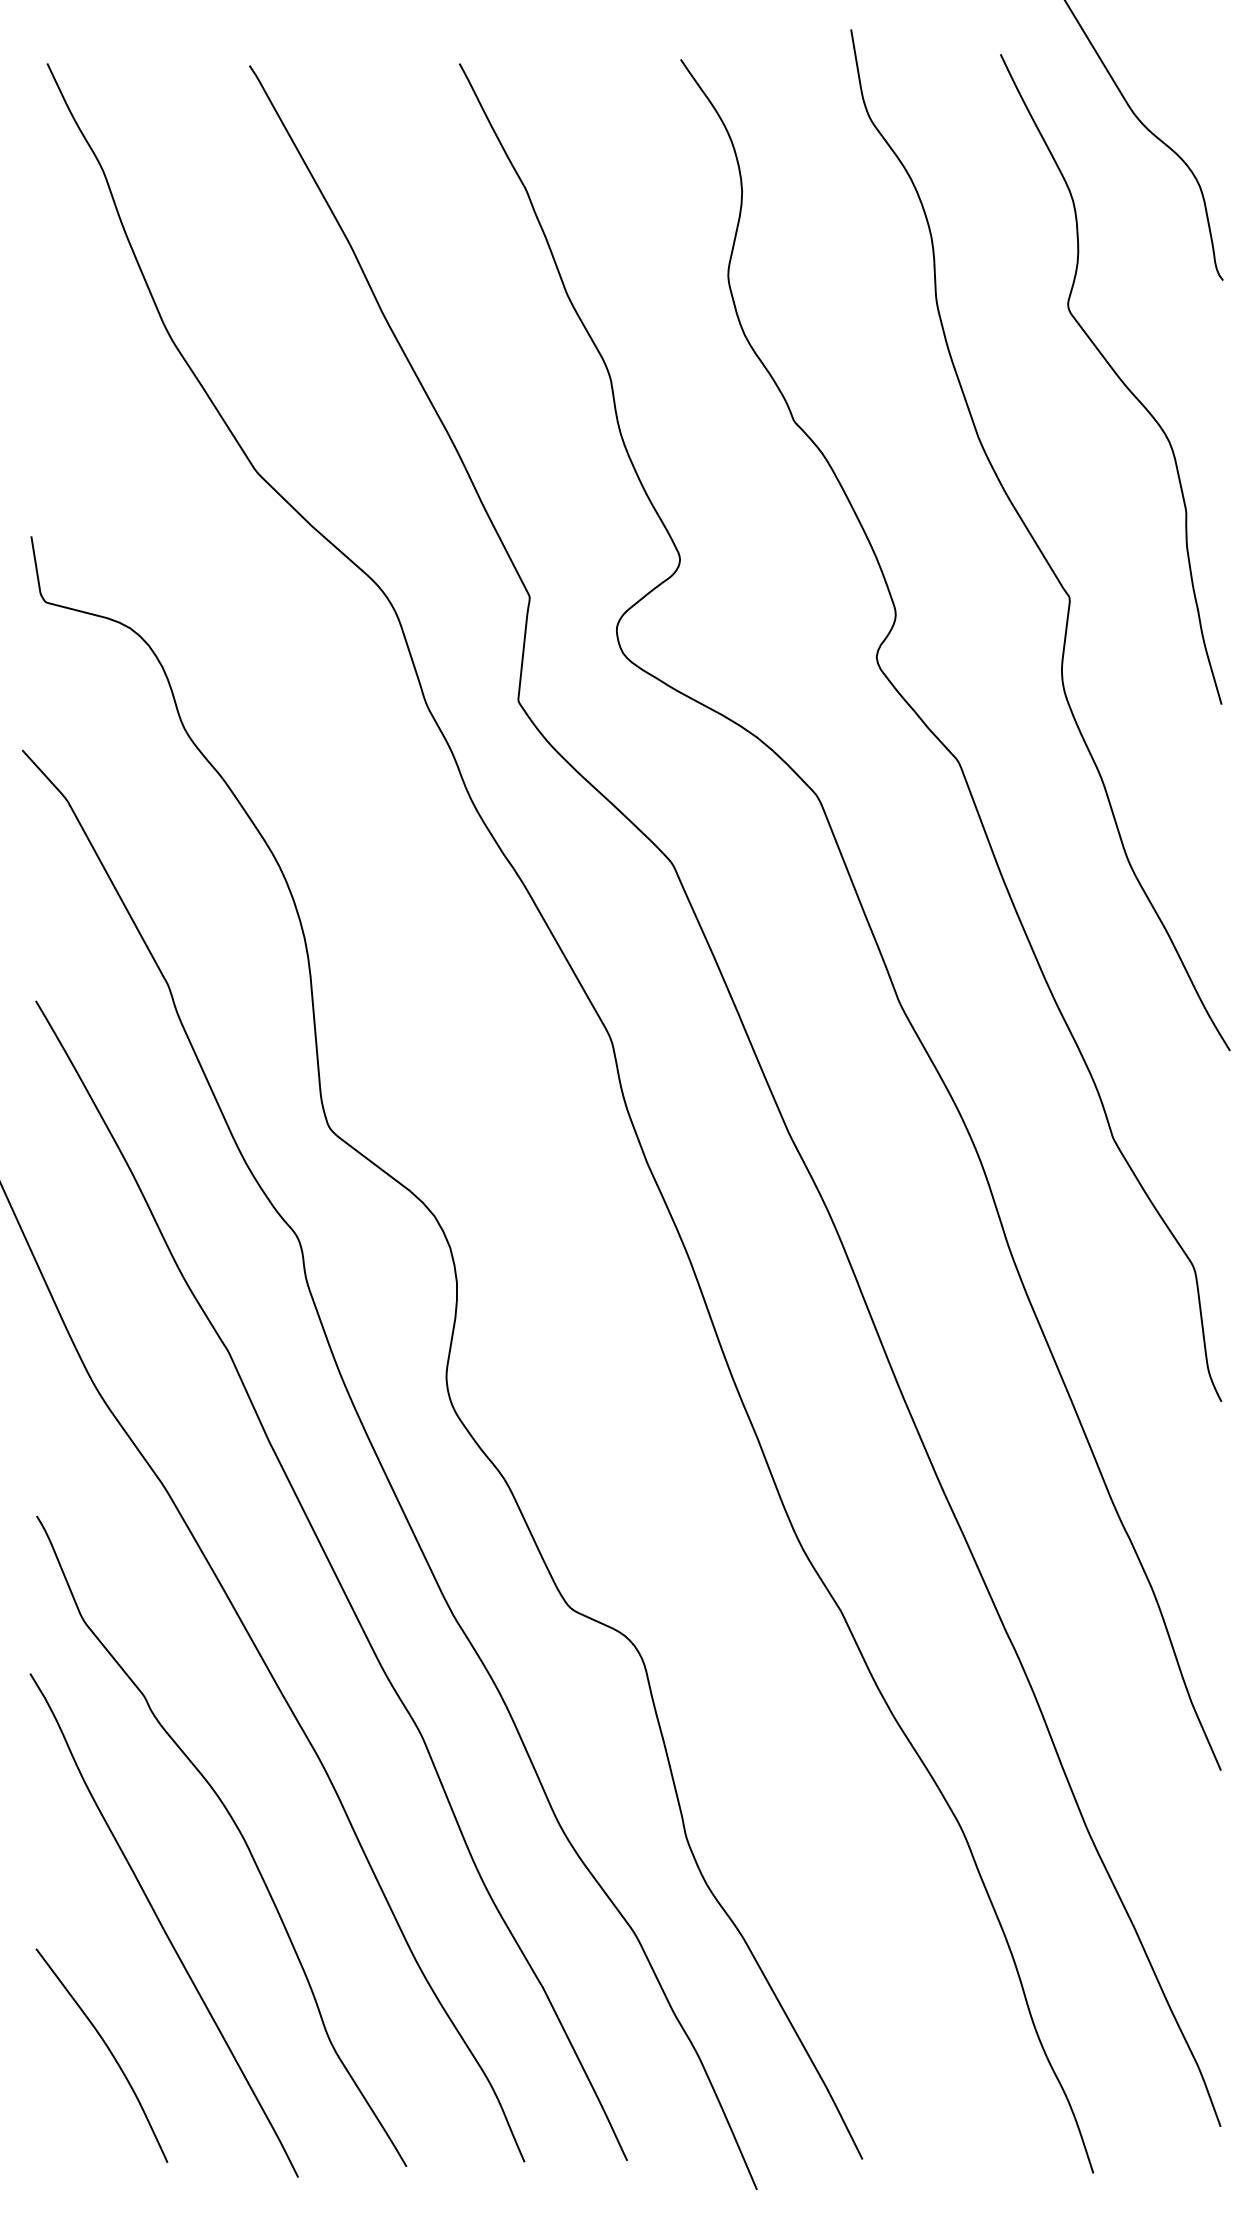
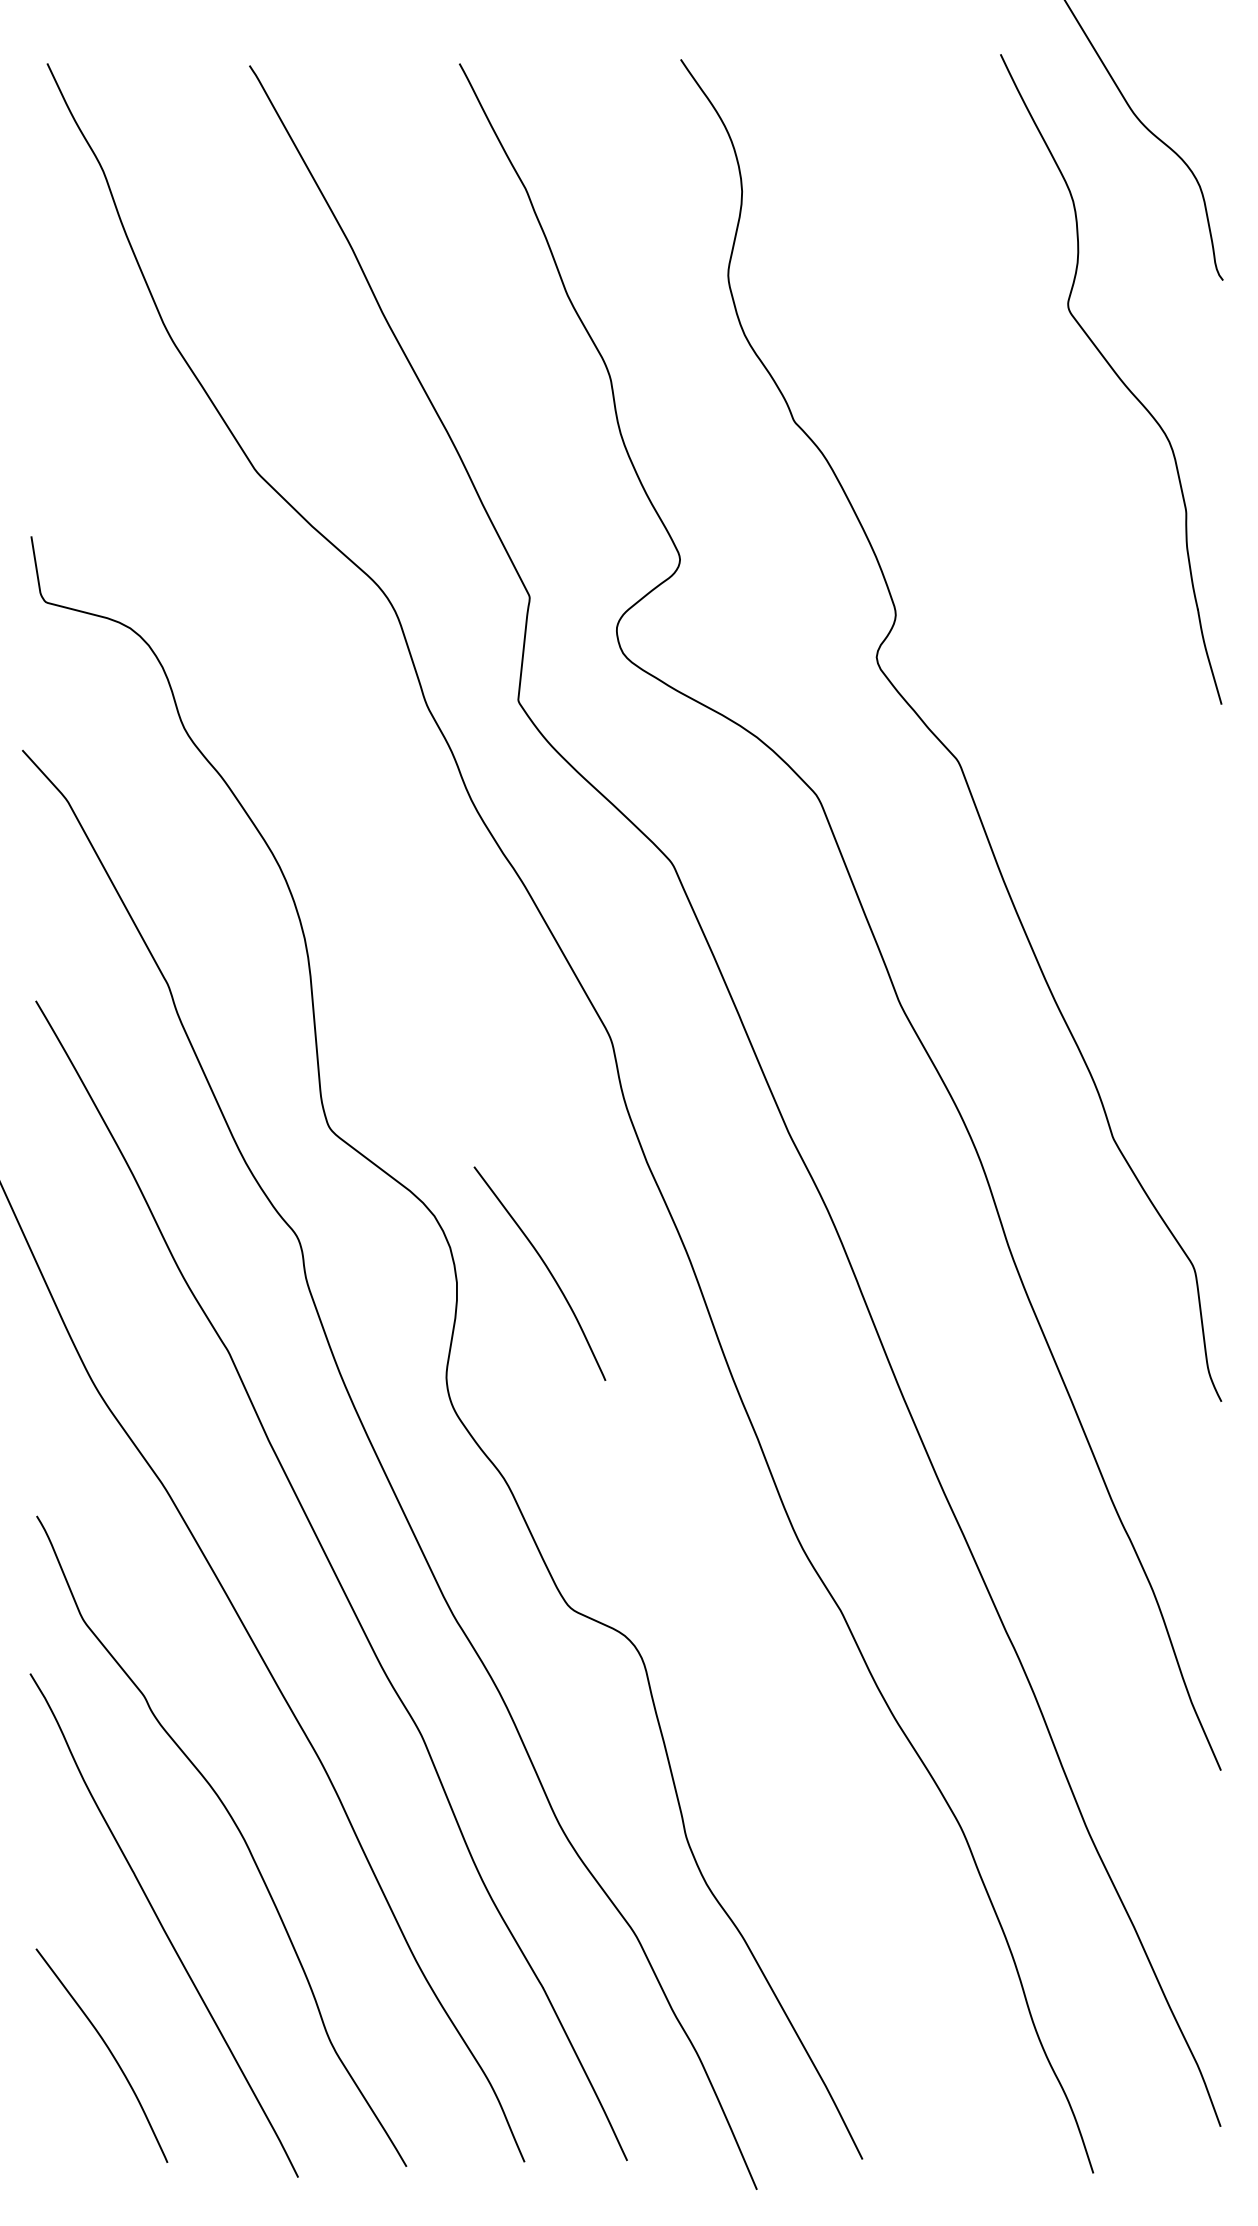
curve at (1037, 543): present -> none
curve at (546, 1268): none -> present
